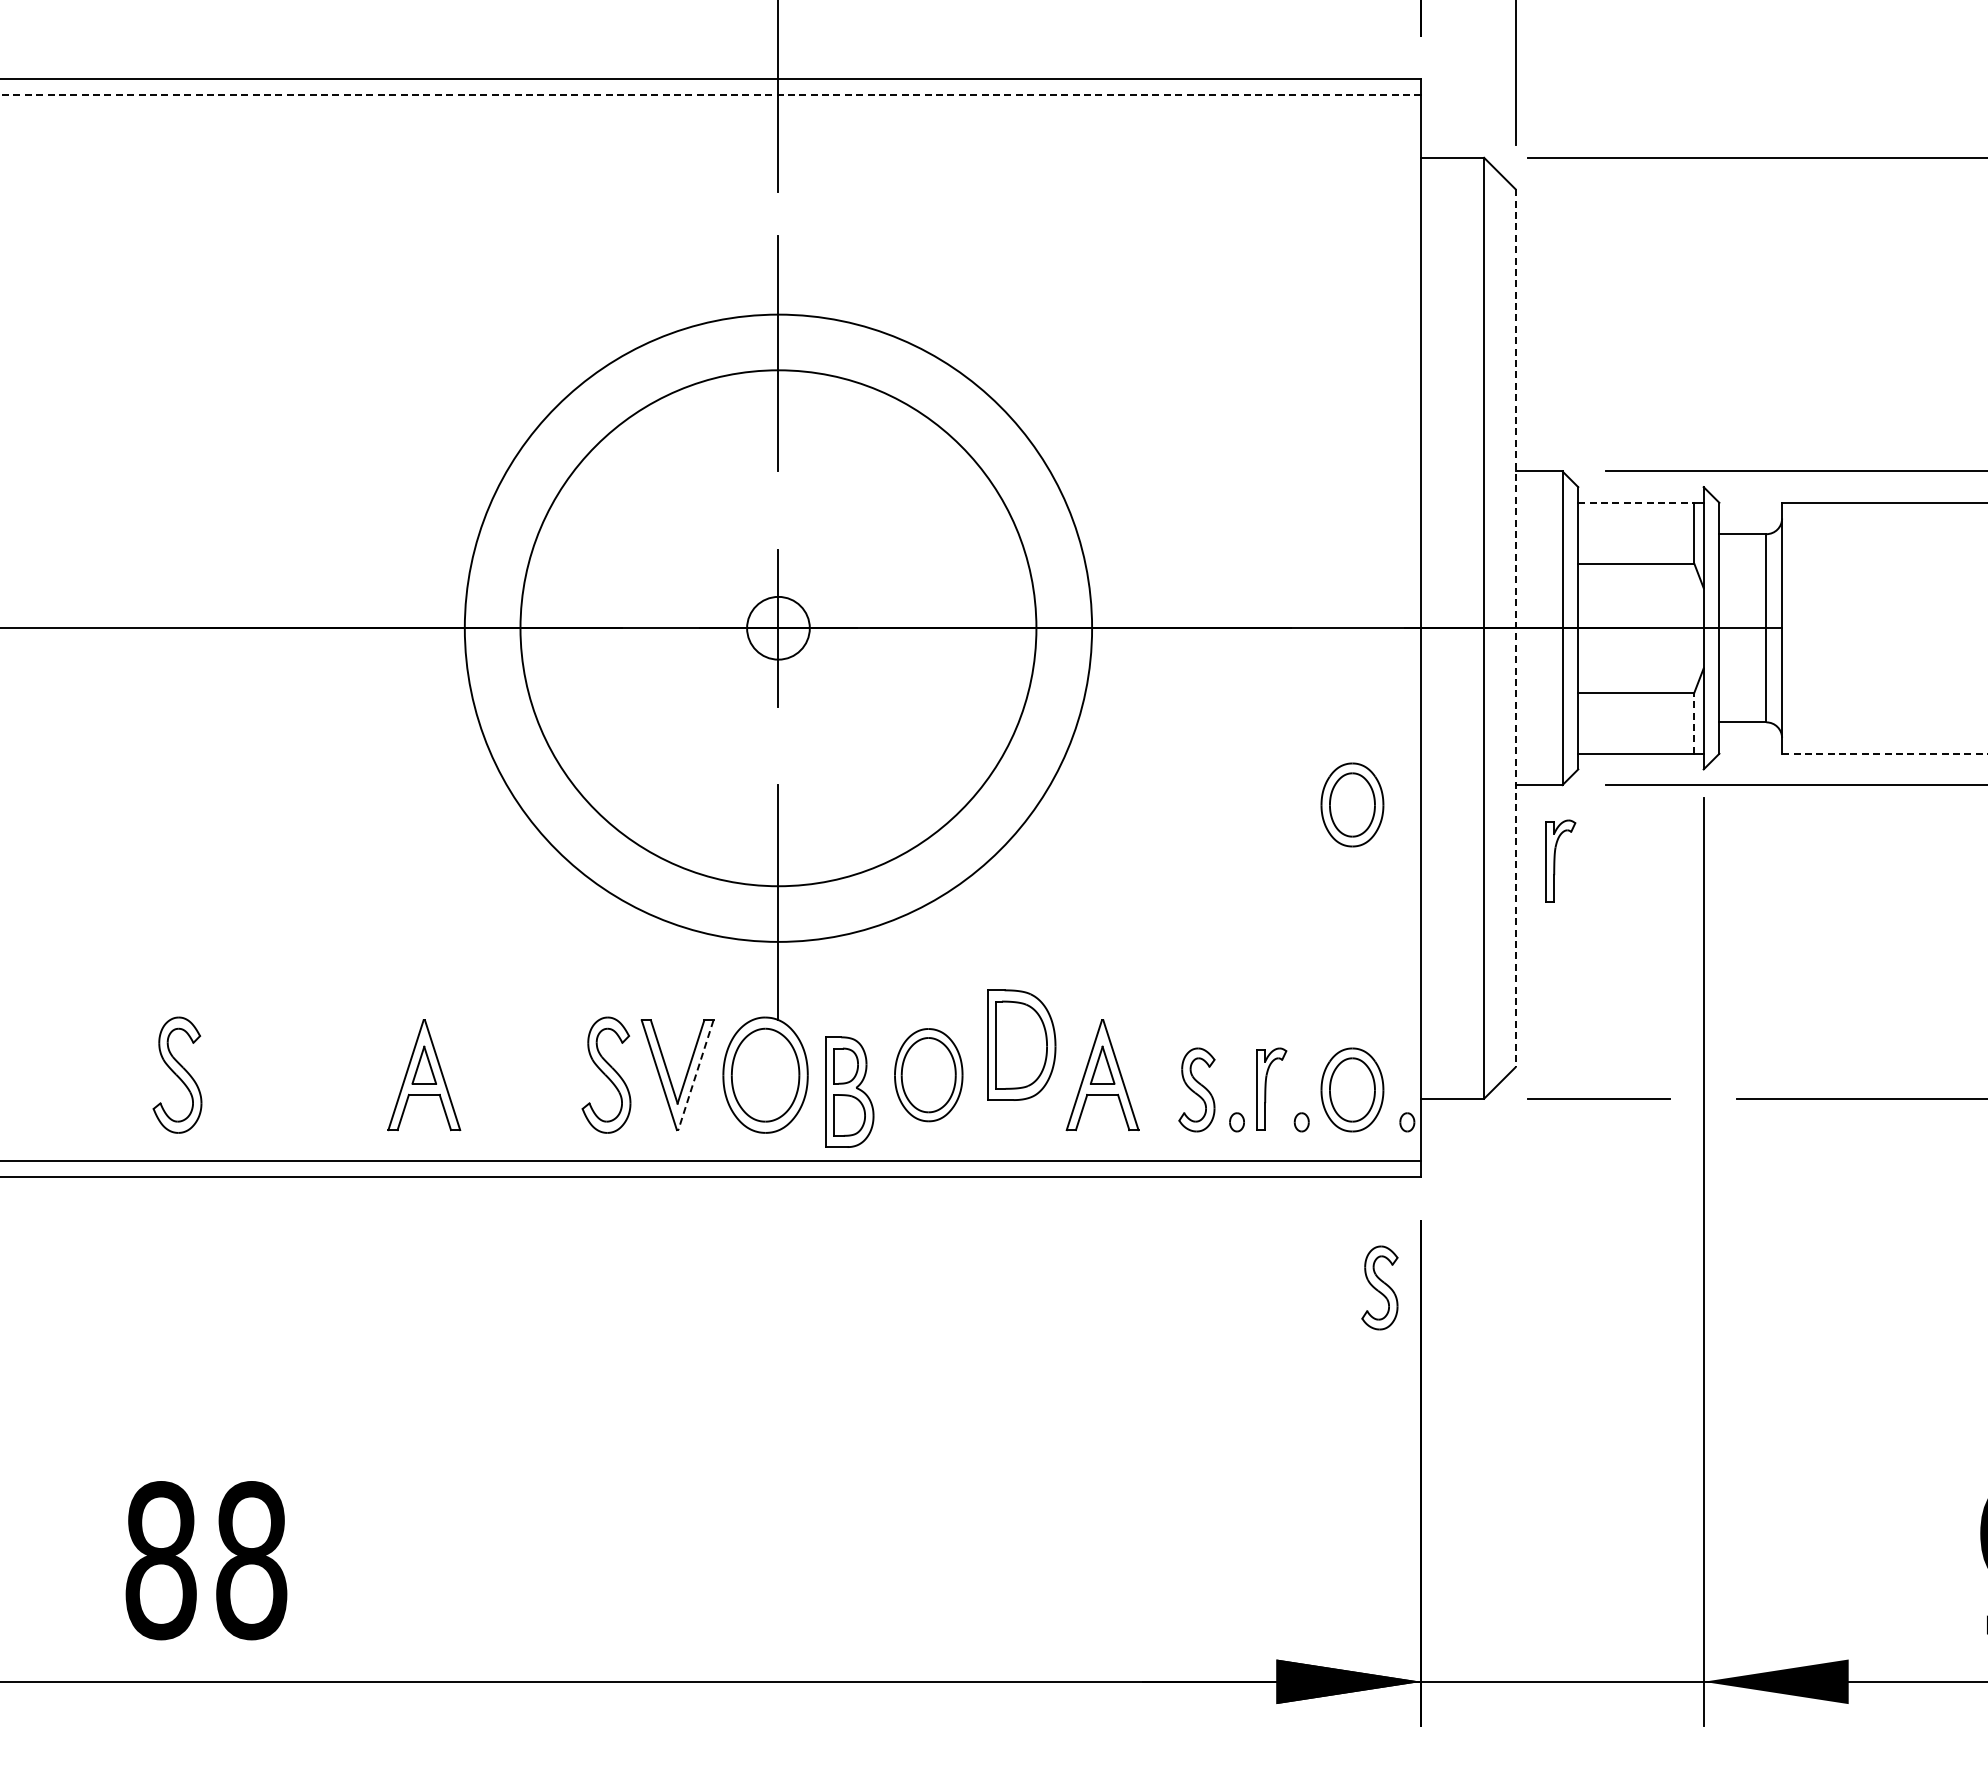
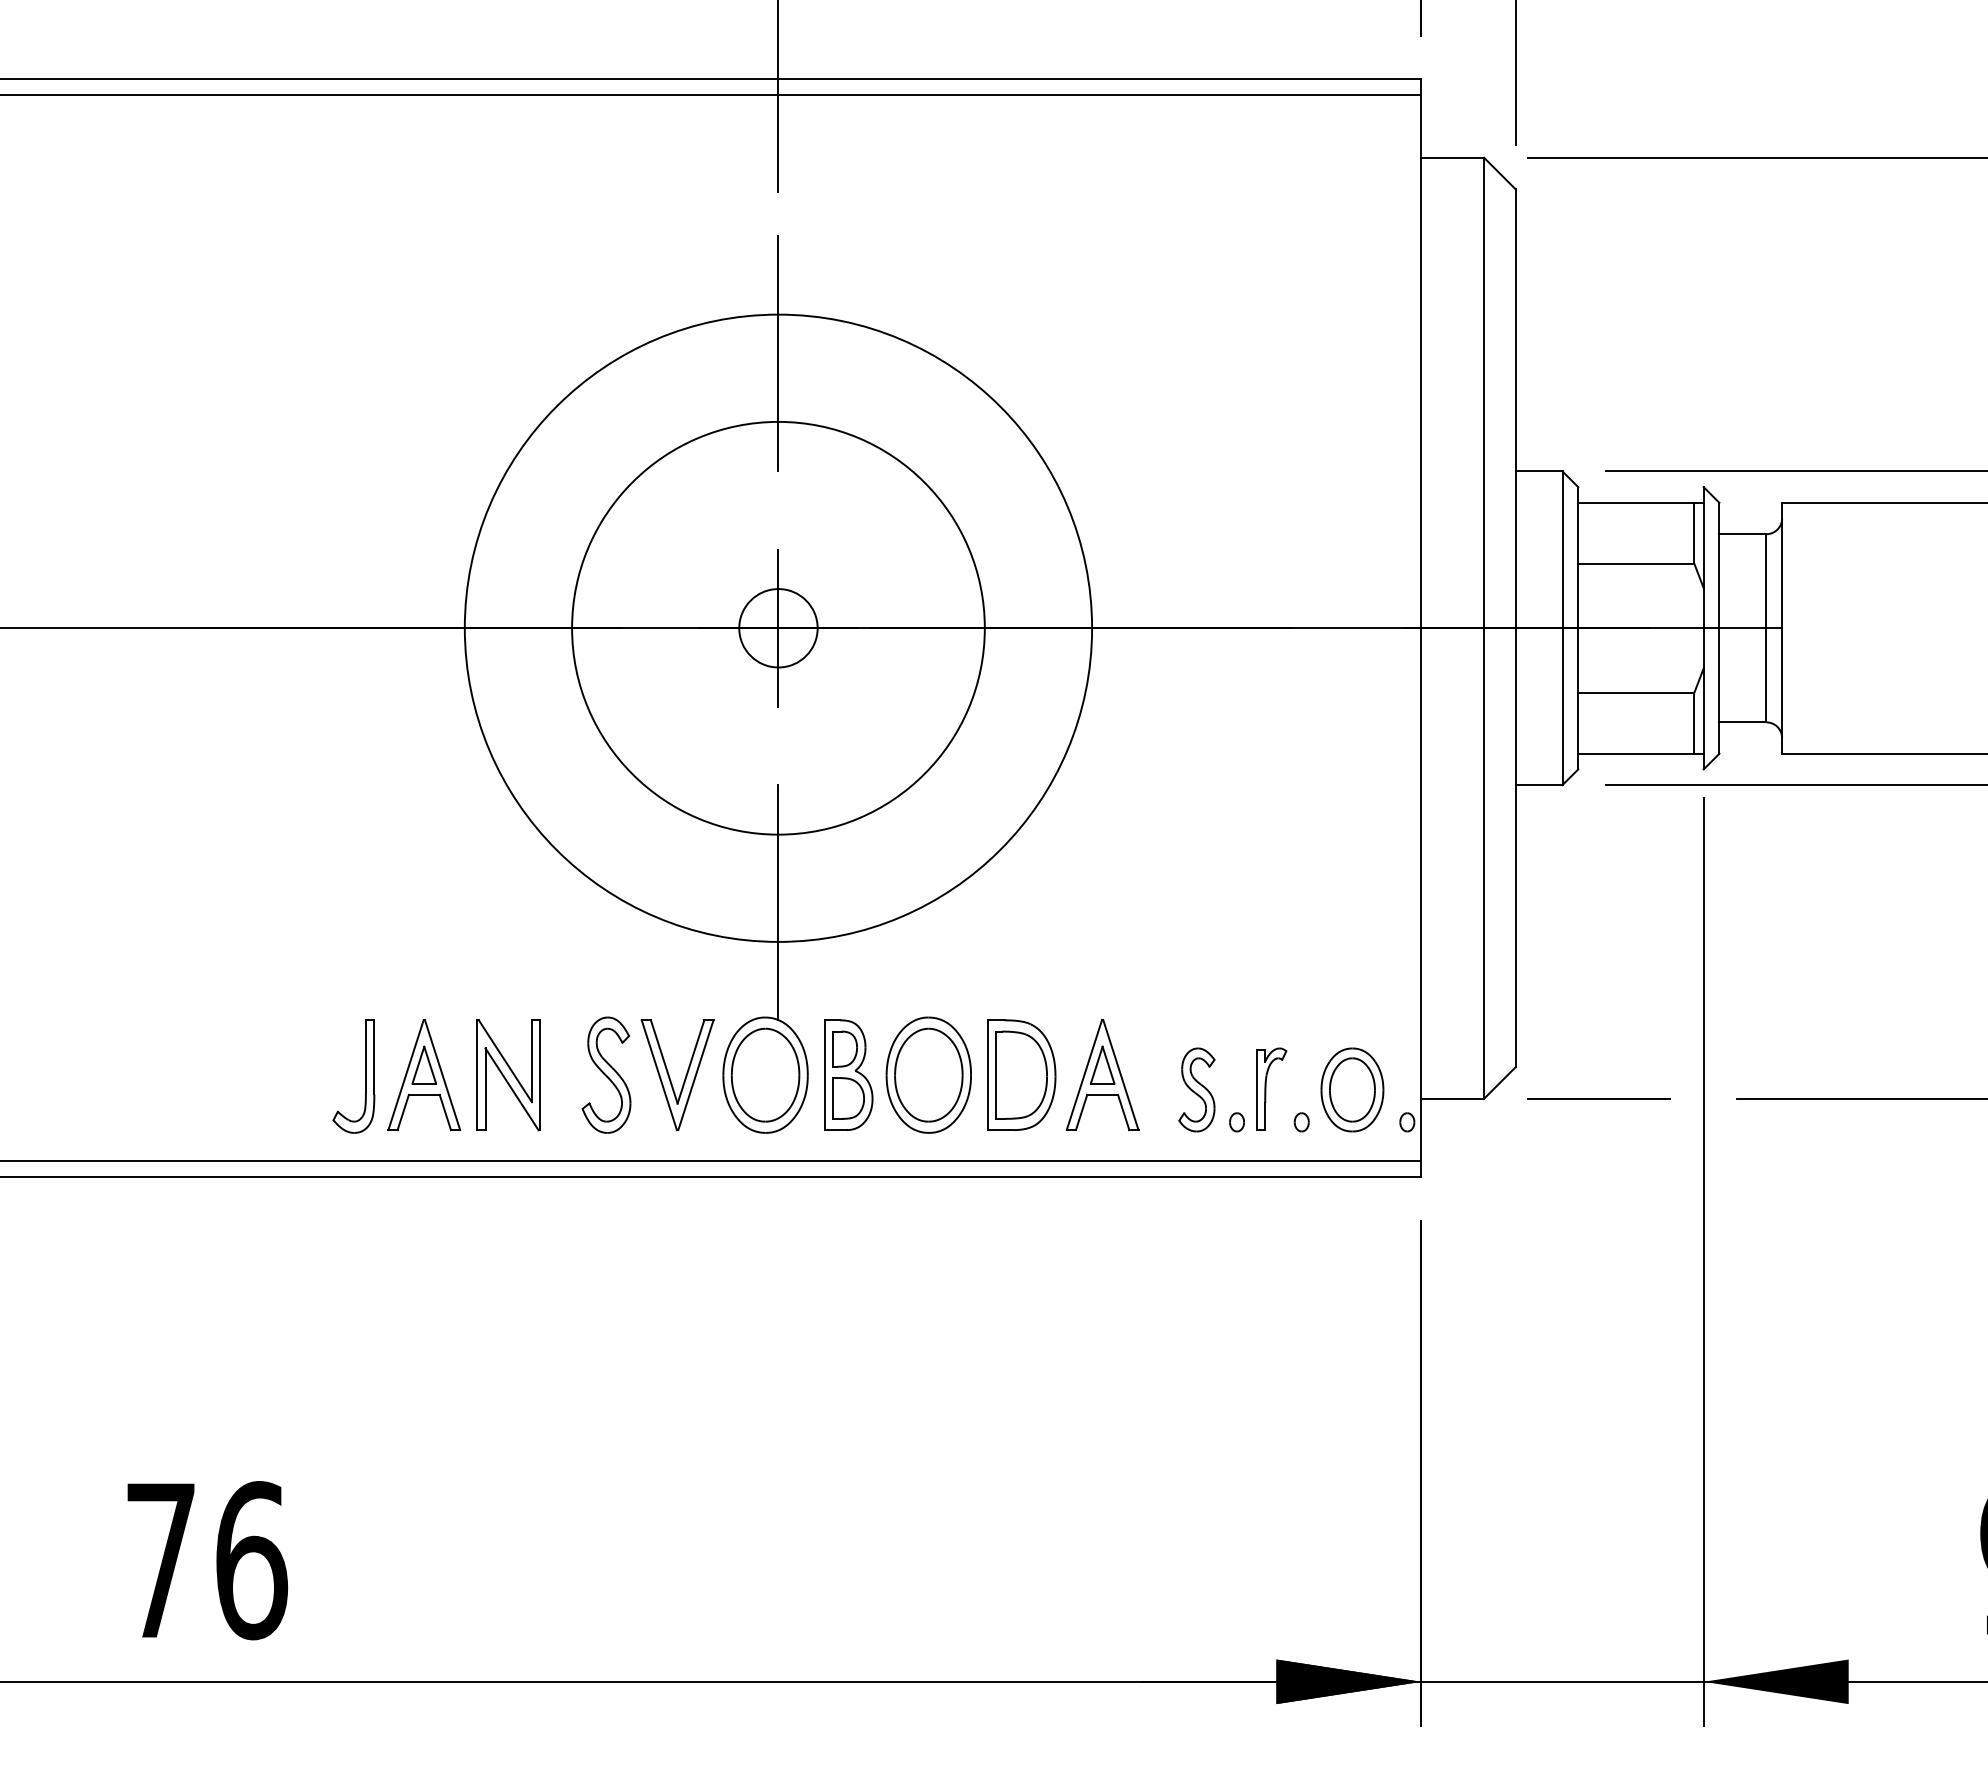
line at (710, 95): dashed -> solid
line at (1636, 502): dashed -> solid
circle at (778, 627) diameter: 63 px -> 78 px
circle at (778, 628) diameter: 516 px -> 413 px
line at (1515, 628): dashed -> solid
line at (1694, 722): dashed -> solid
line at (1885, 753): dashed -> solid
part at (1352, 804): present -> none
part at (1560, 860): present -> none
part at (1021, 1044) position: (1021, 1044) -> (1021, 1074)
part at (177, 1074): present -> none
part at (508, 1075): none -> present
line at (695, 1075): dashed -> solid
part at (928, 1075) size: 70x95 px -> 87x118 px
part at (365, 1076): none -> present
part at (849, 1091) position: (849, 1091) -> (848, 1074)
part at (1379, 1287): present -> none
text at (206, 1560): 88 -> 76
